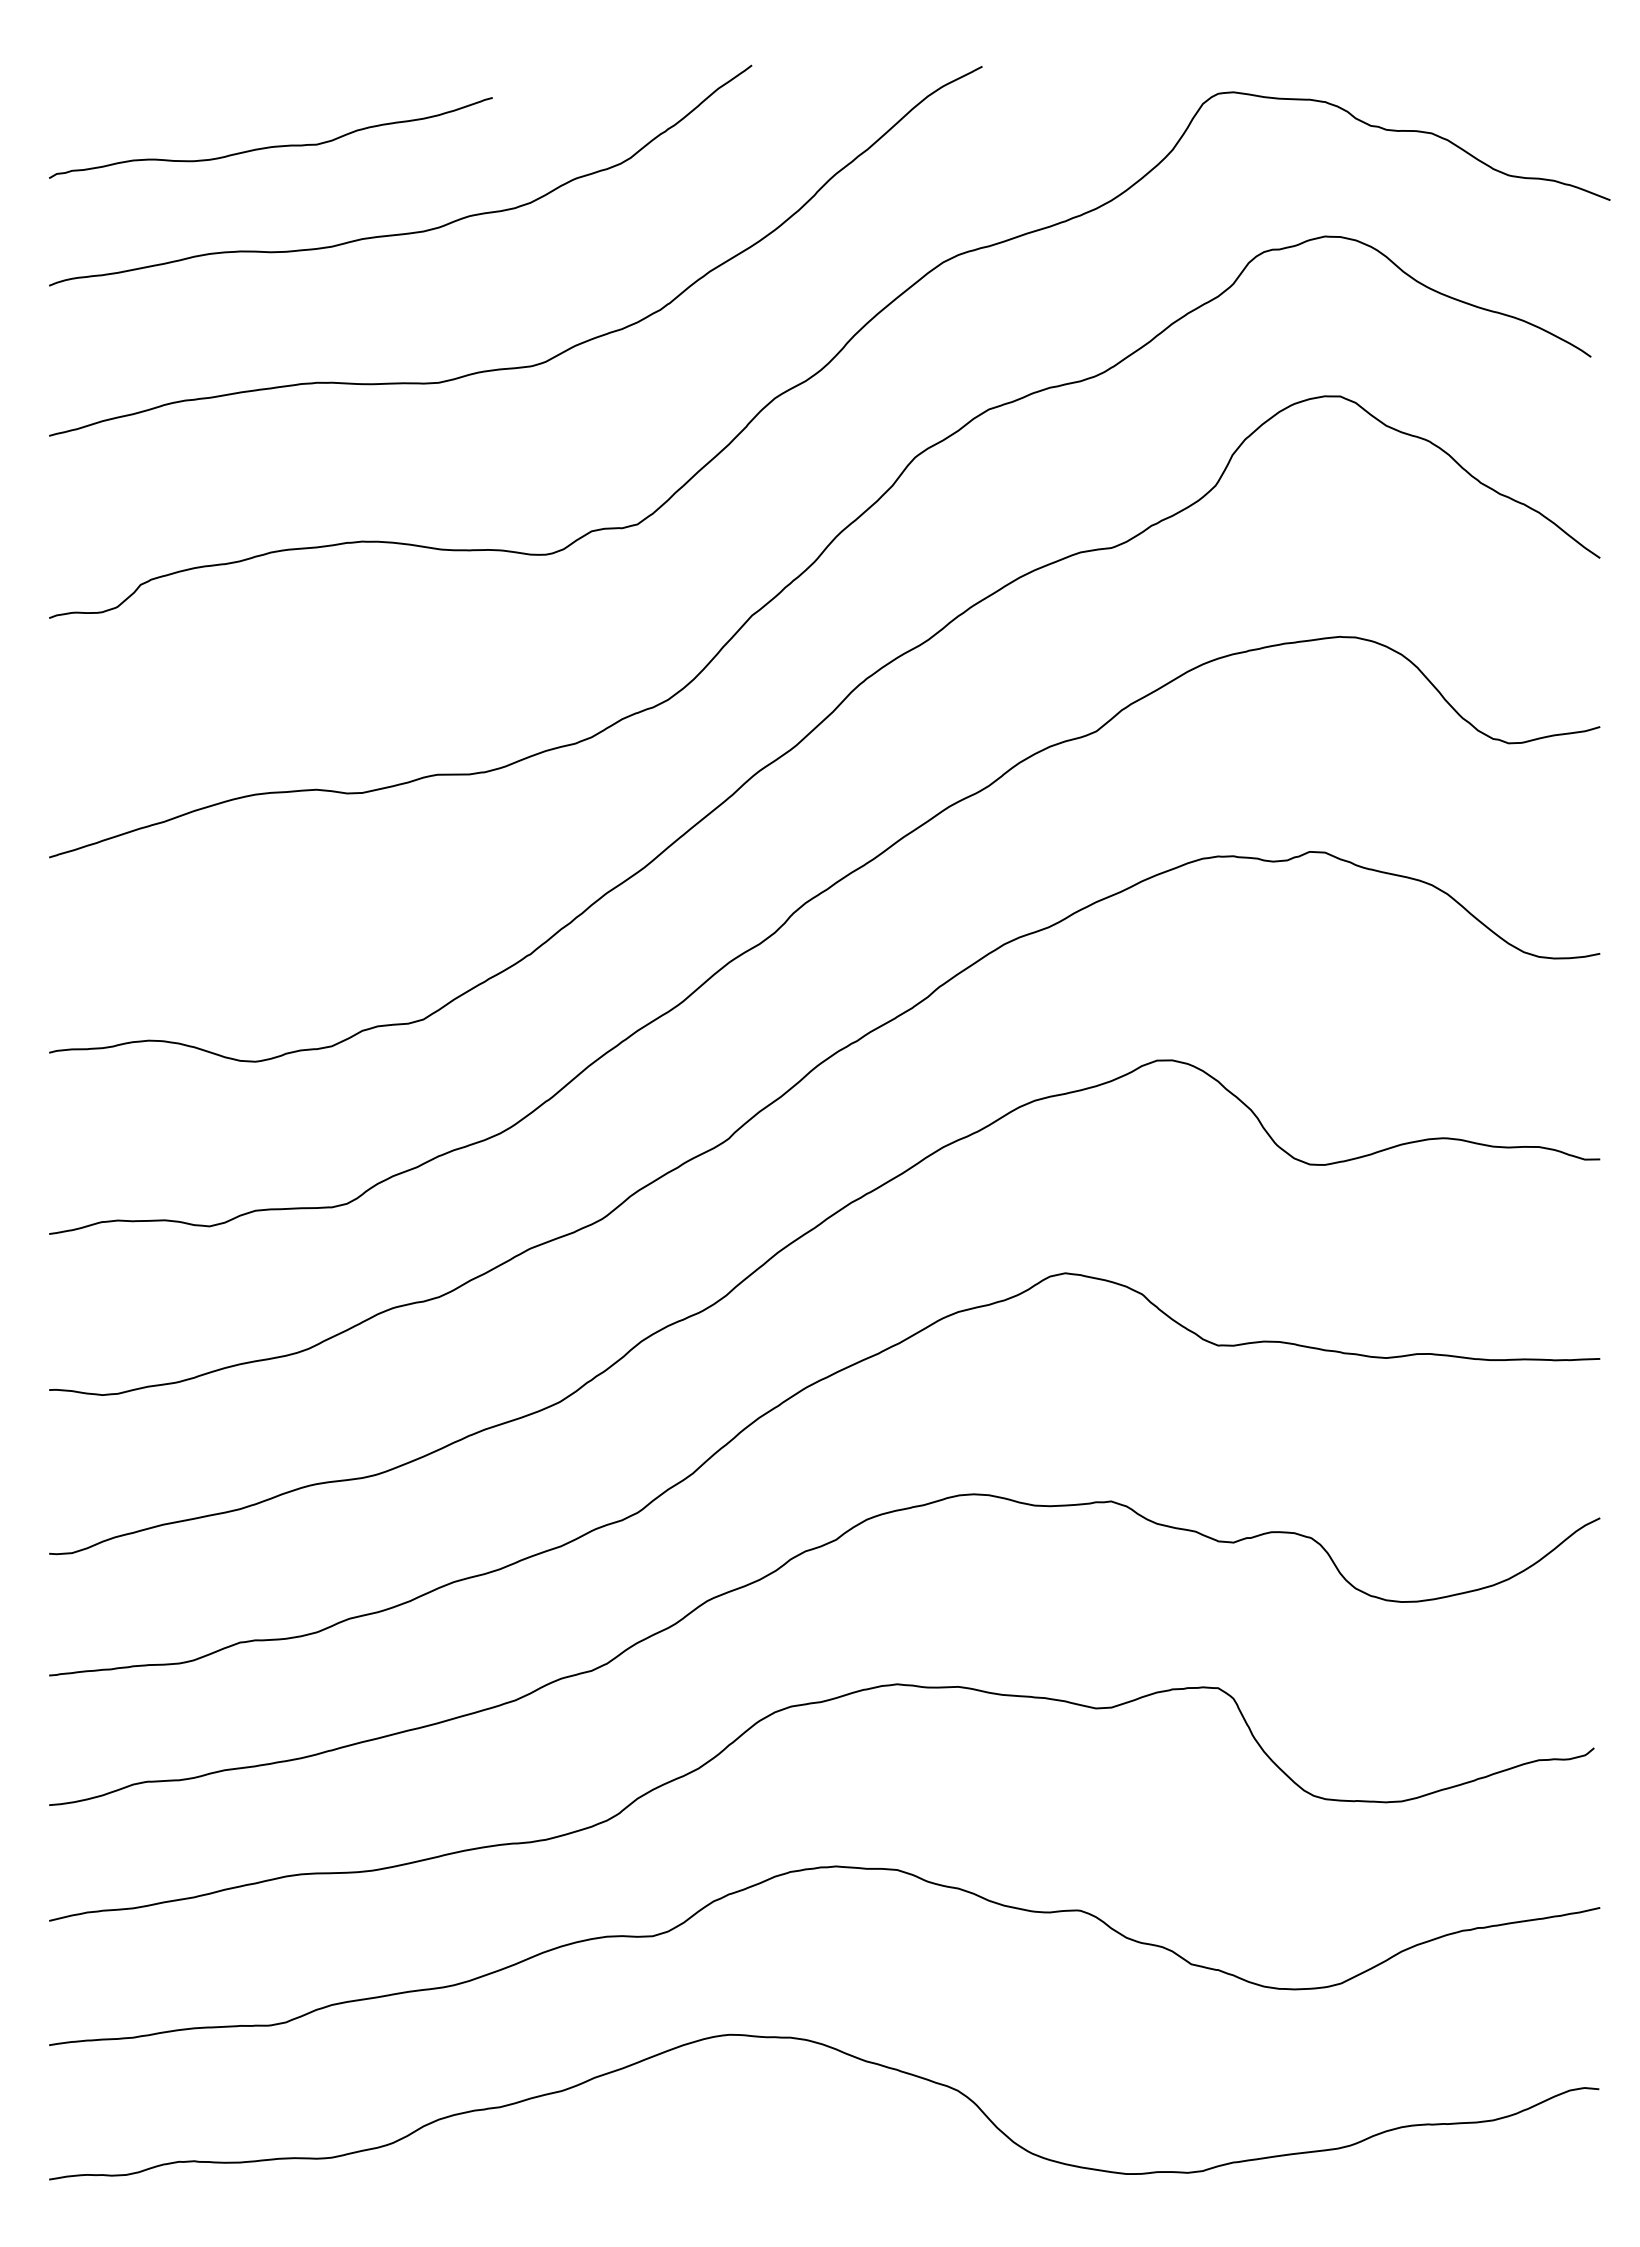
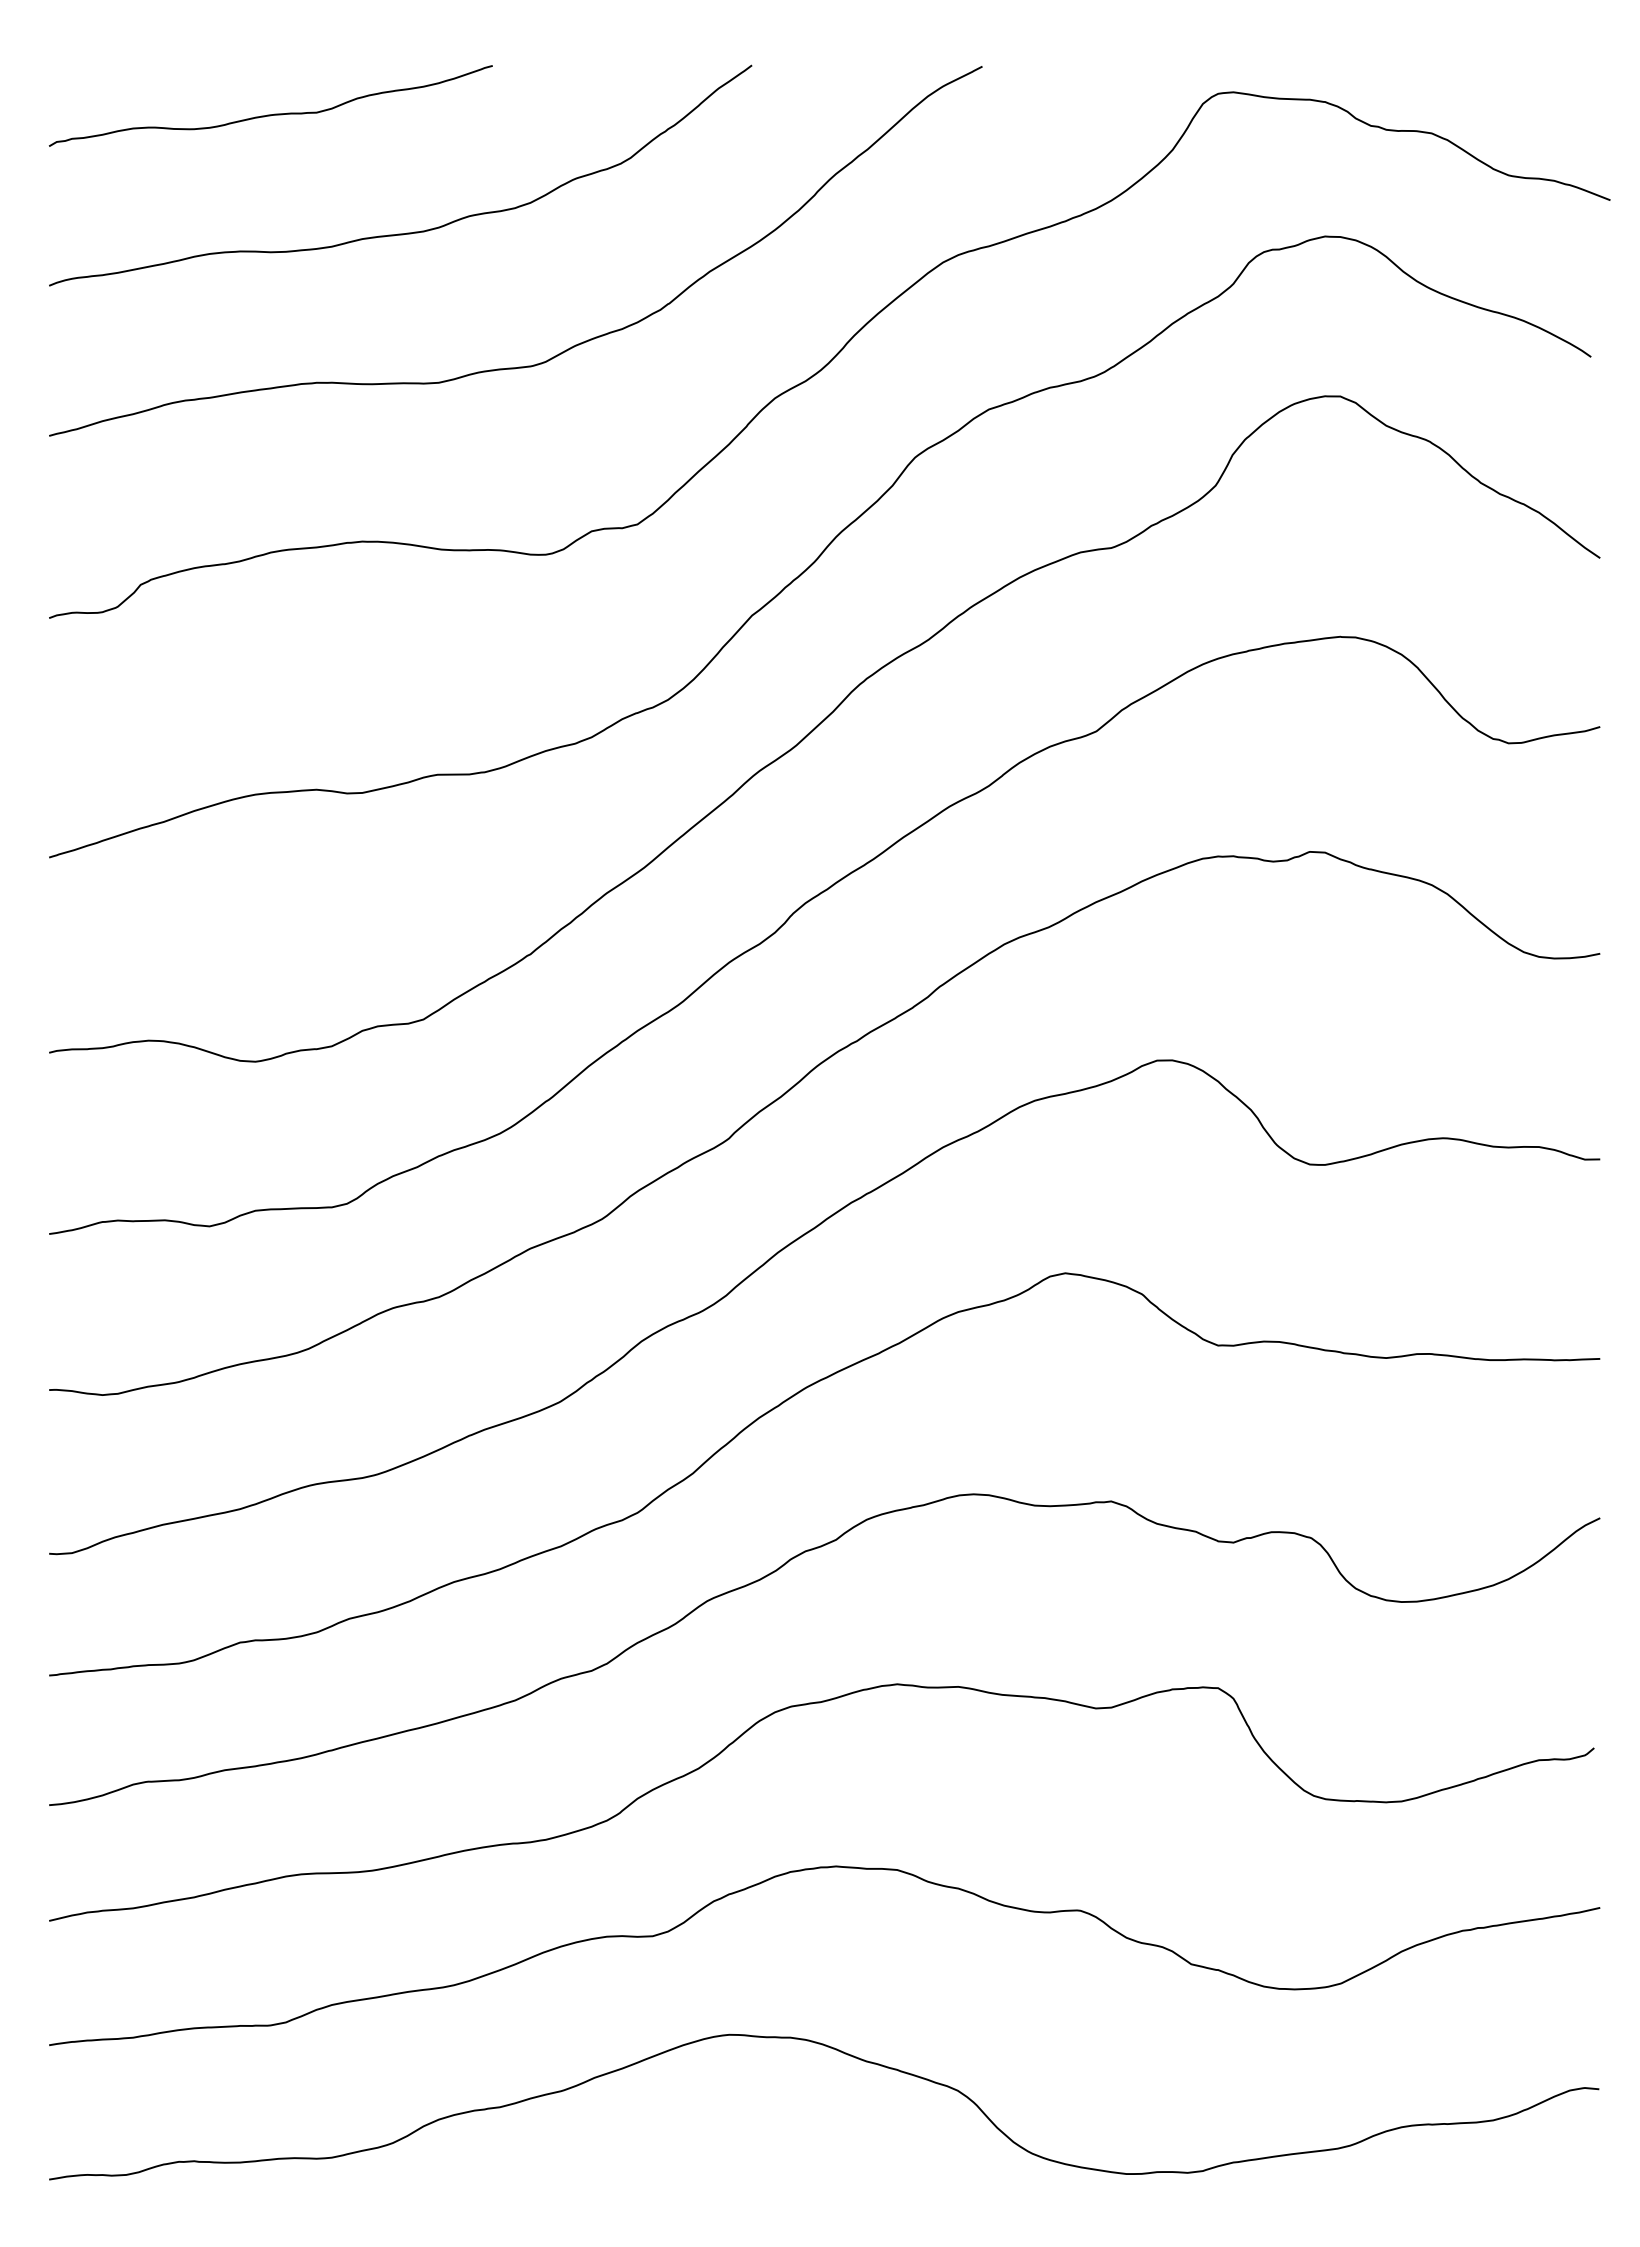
curve at (274, 145) position: (274, 145) -> (274, 113)
